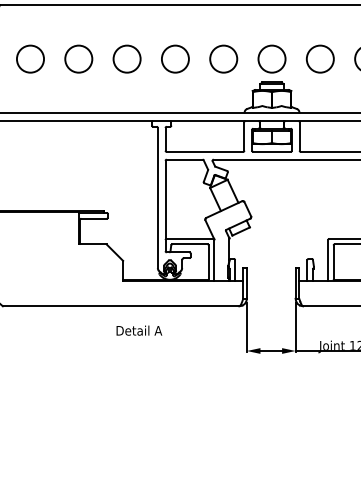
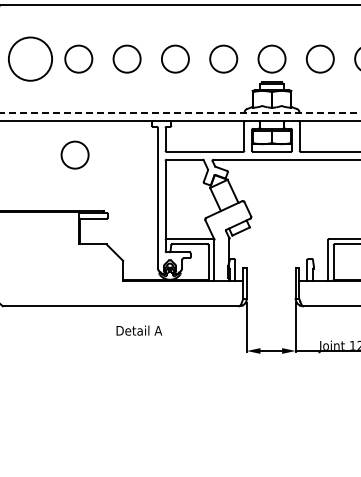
circle at (30, 58) diameter: 27 px -> 43 px
line at (180, 113): solid -> dashed
circle at (74, 154): none -> present
